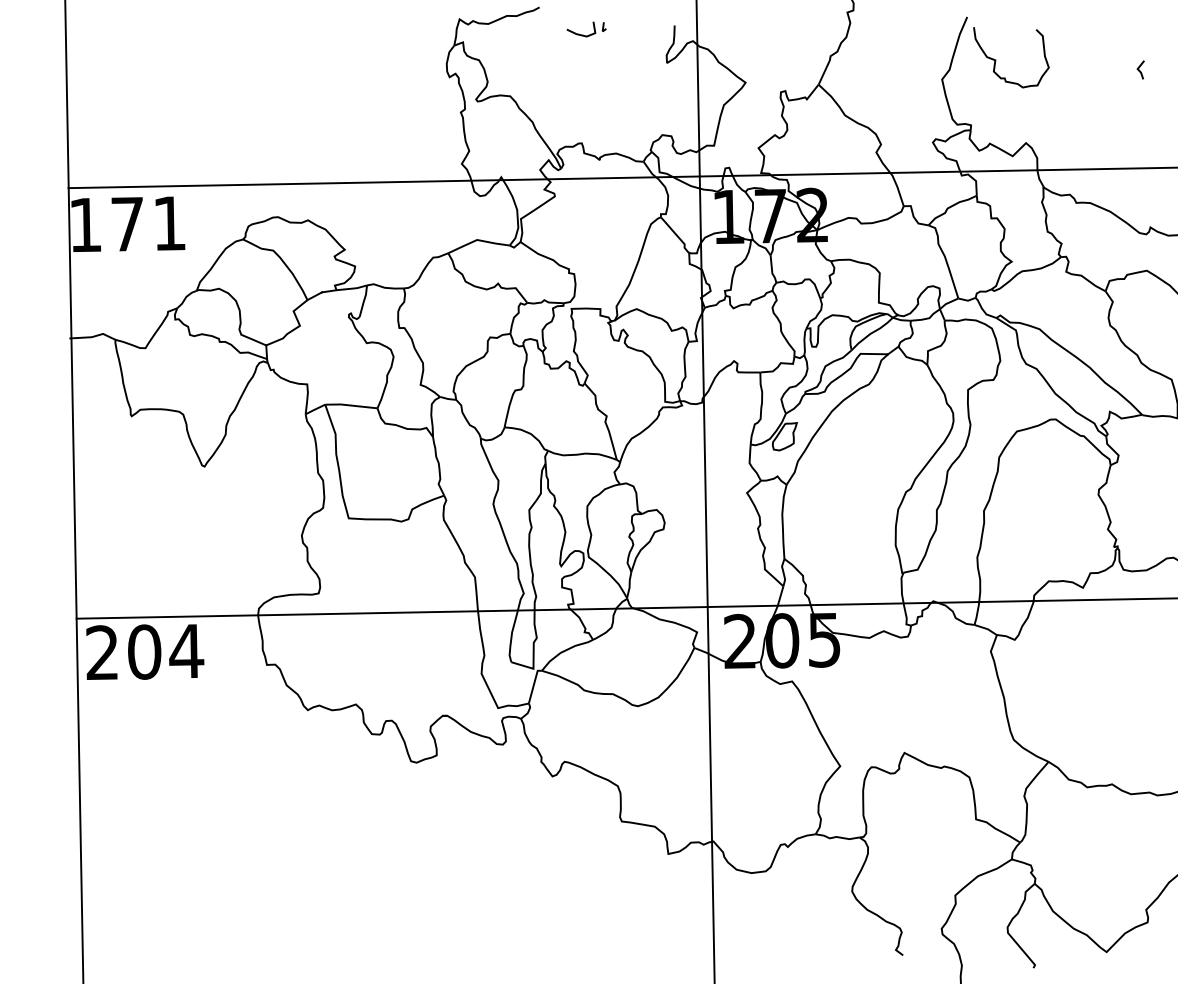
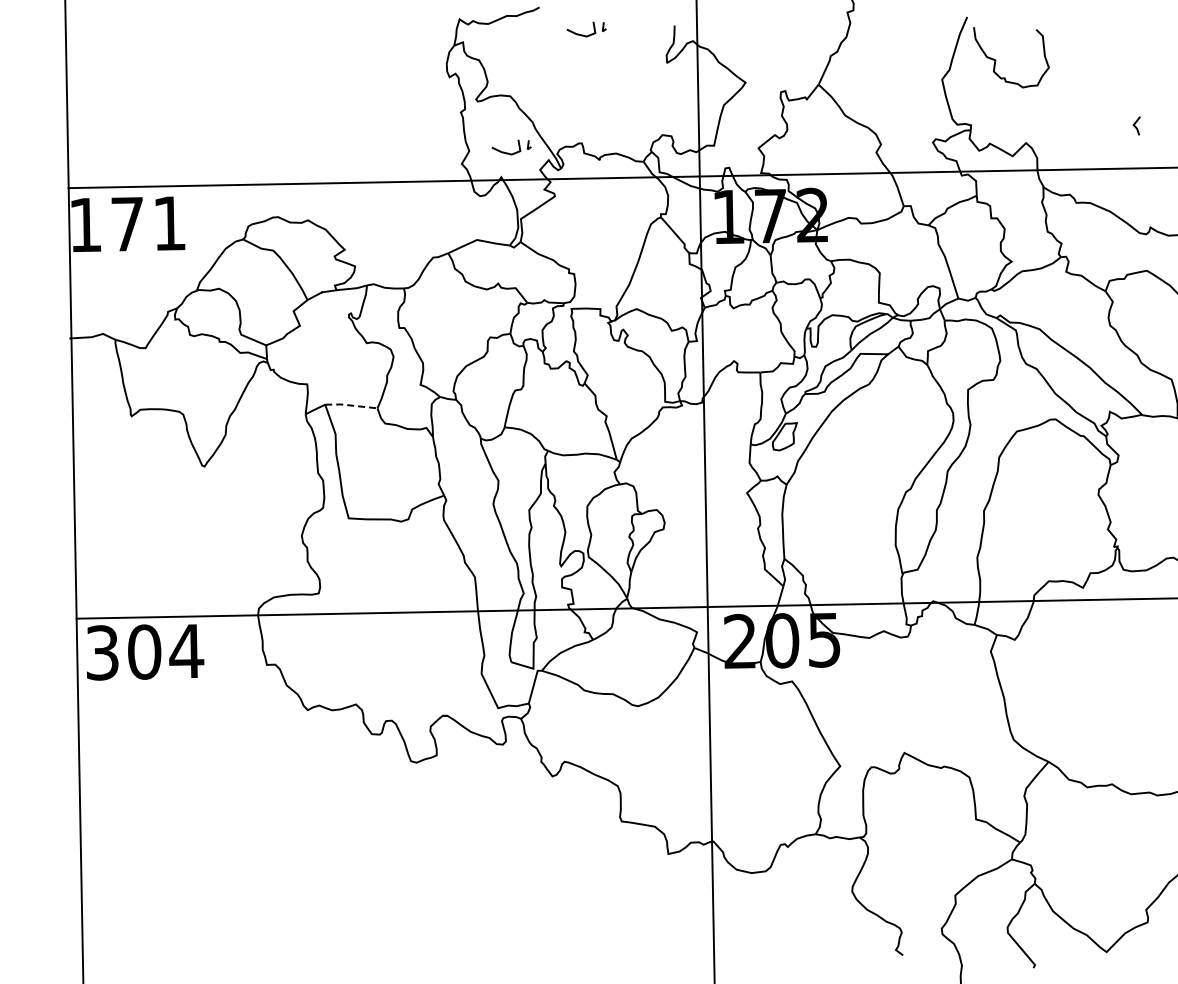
line at (1139, 69) position: (1139, 69) -> (1135, 125)
part at (511, 147): none -> present
line at (350, 405): solid -> dashed
text at (102, 652): 204 -> 304
